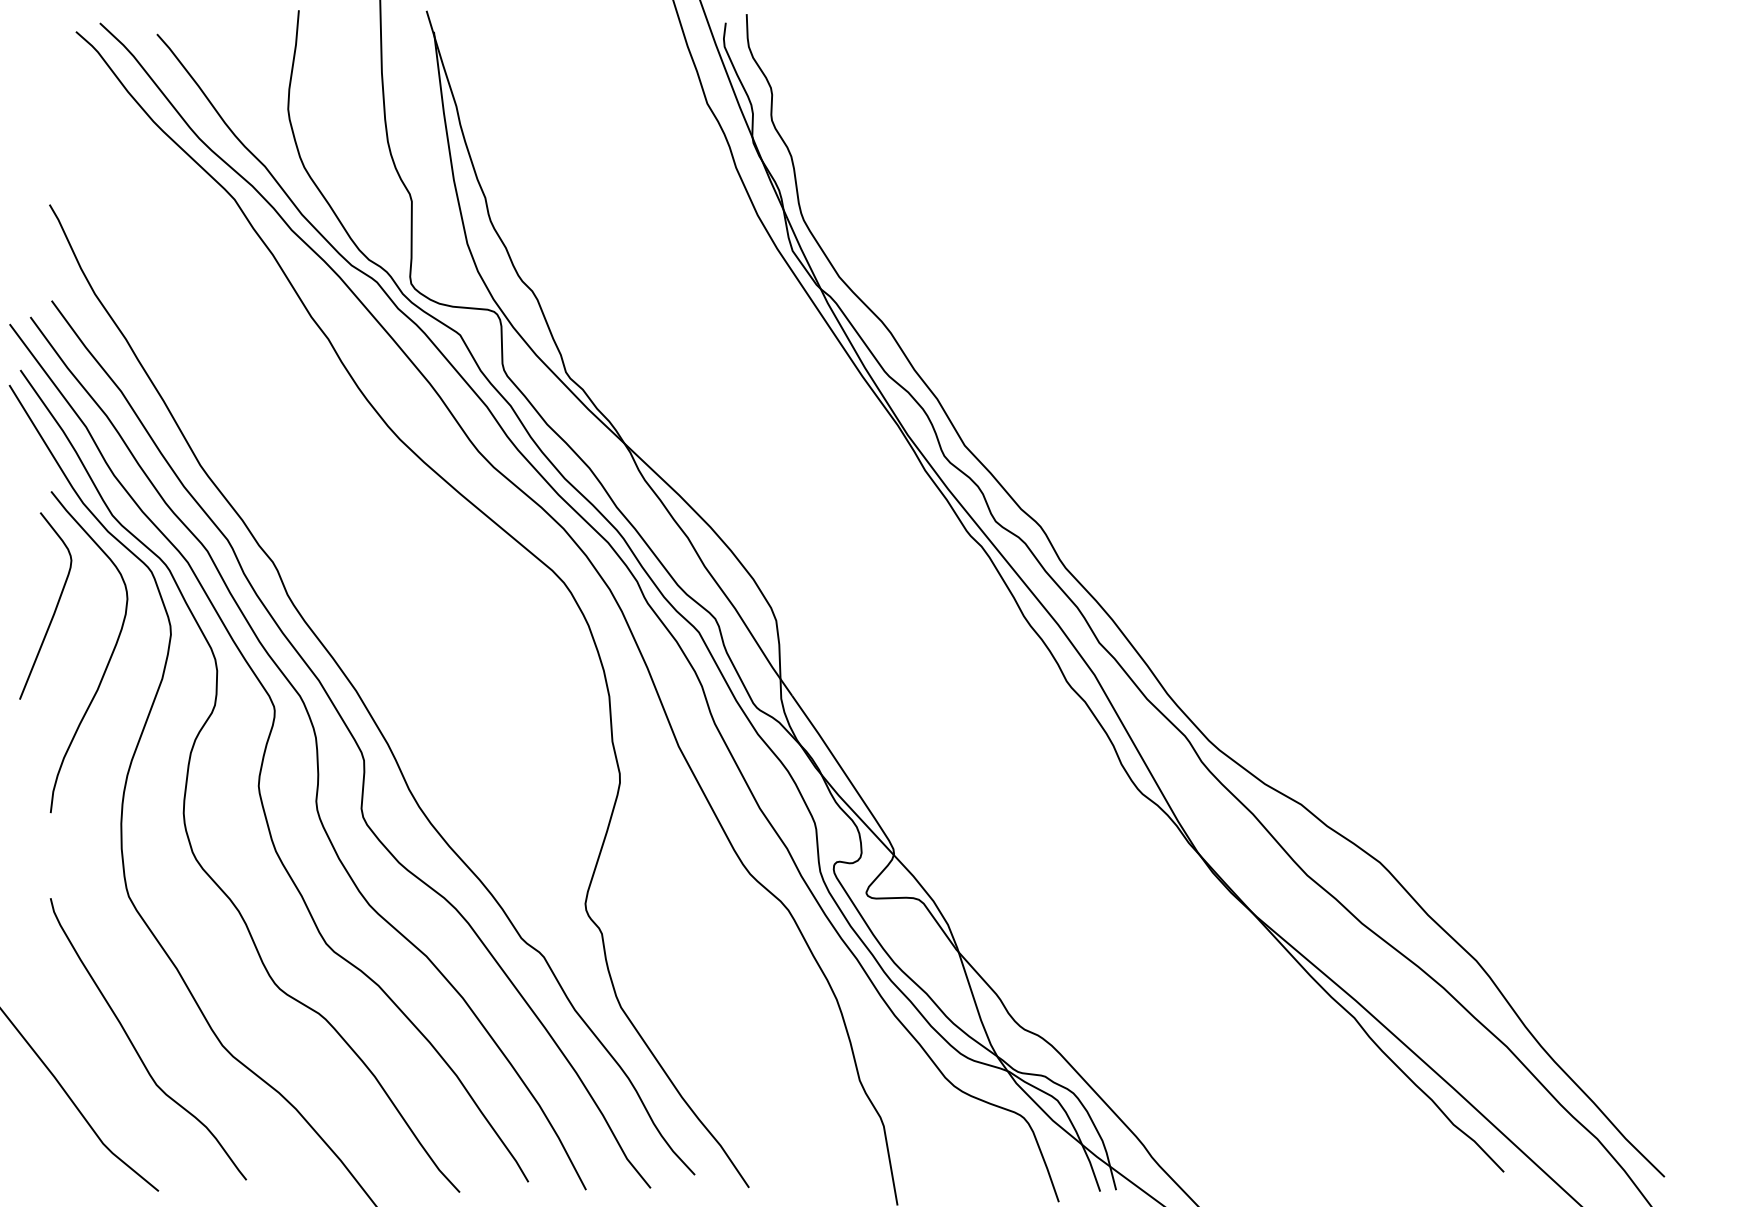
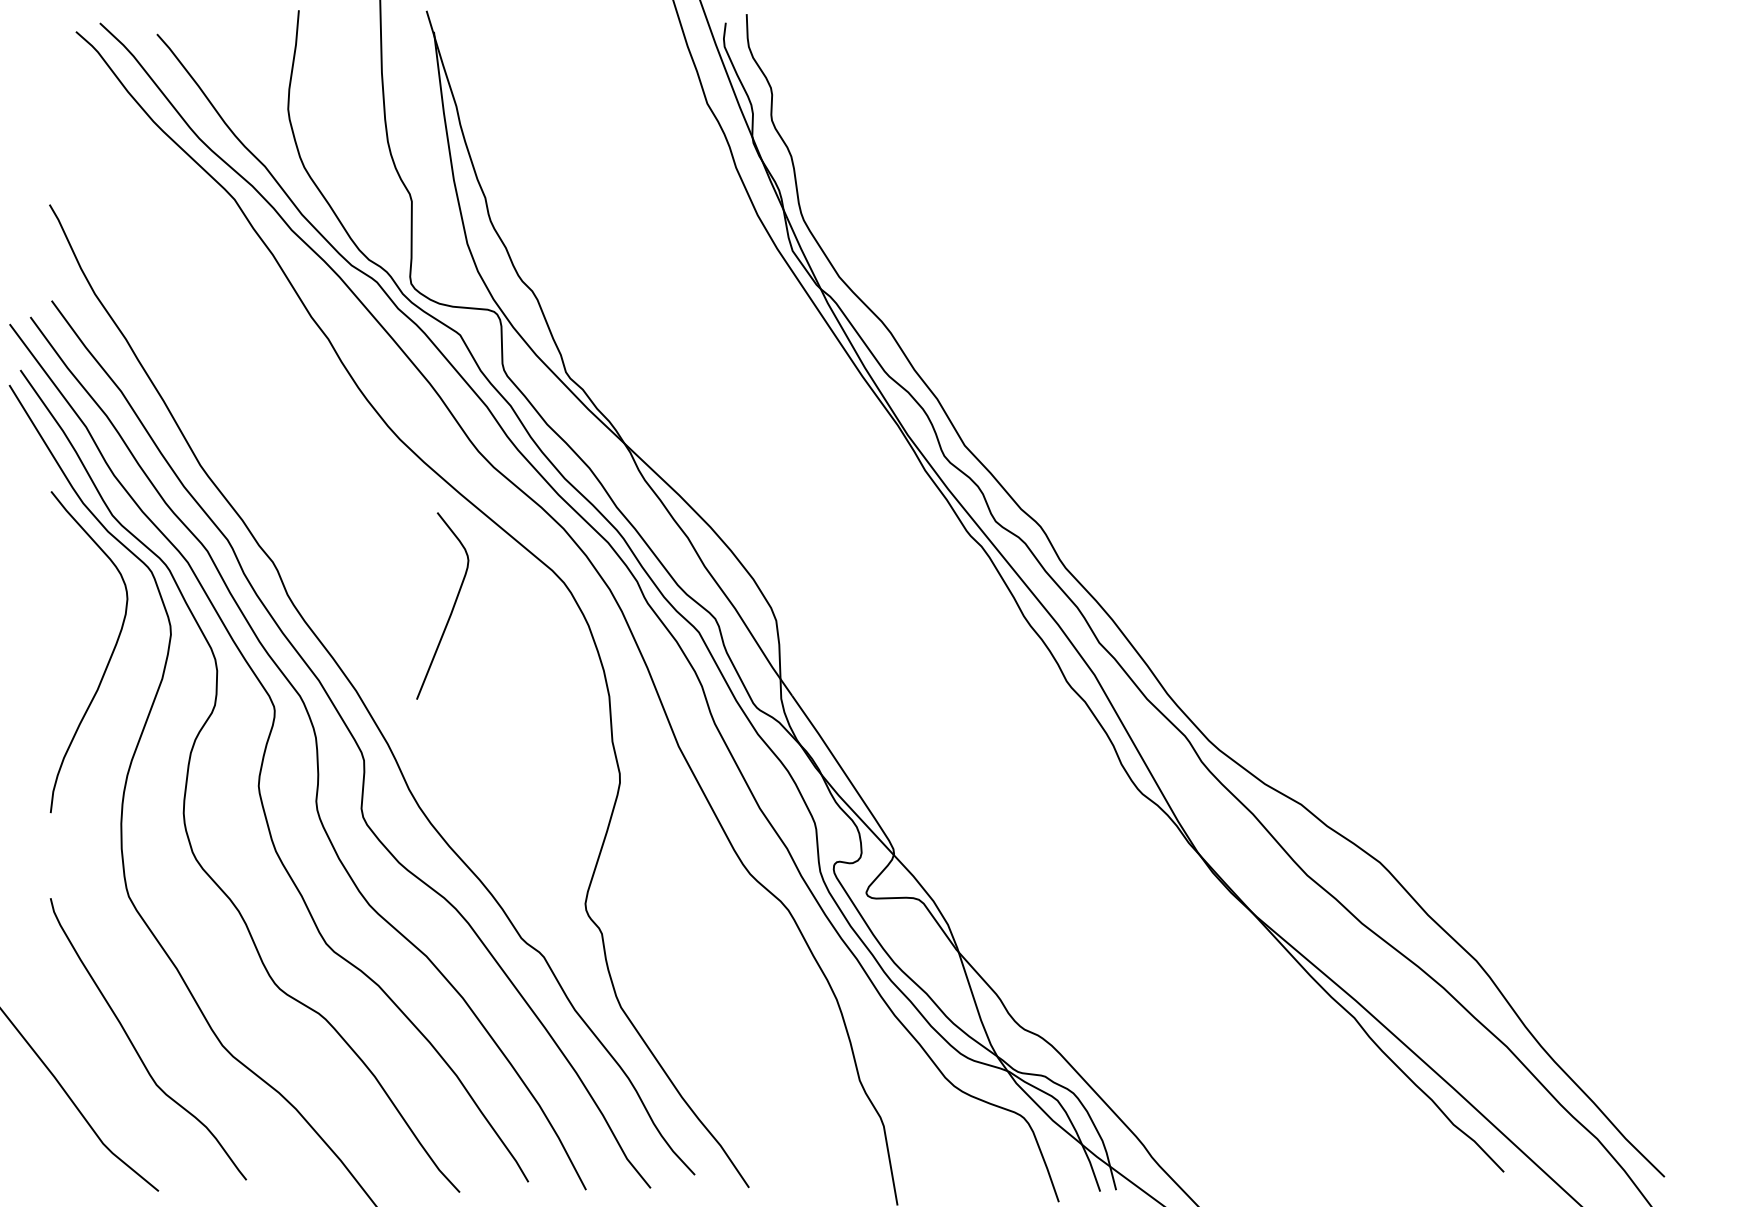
curve at (54, 609) position: (54, 609) -> (451, 609)
